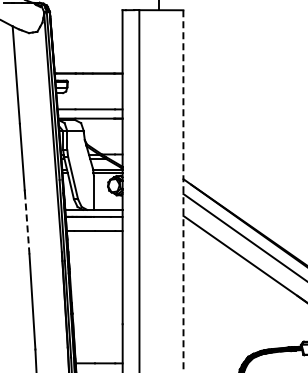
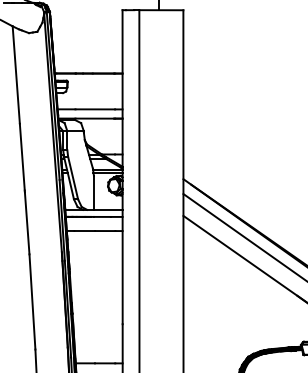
line at (183, 191): dashed -> solid
line at (27, 222): dashed -> solid
